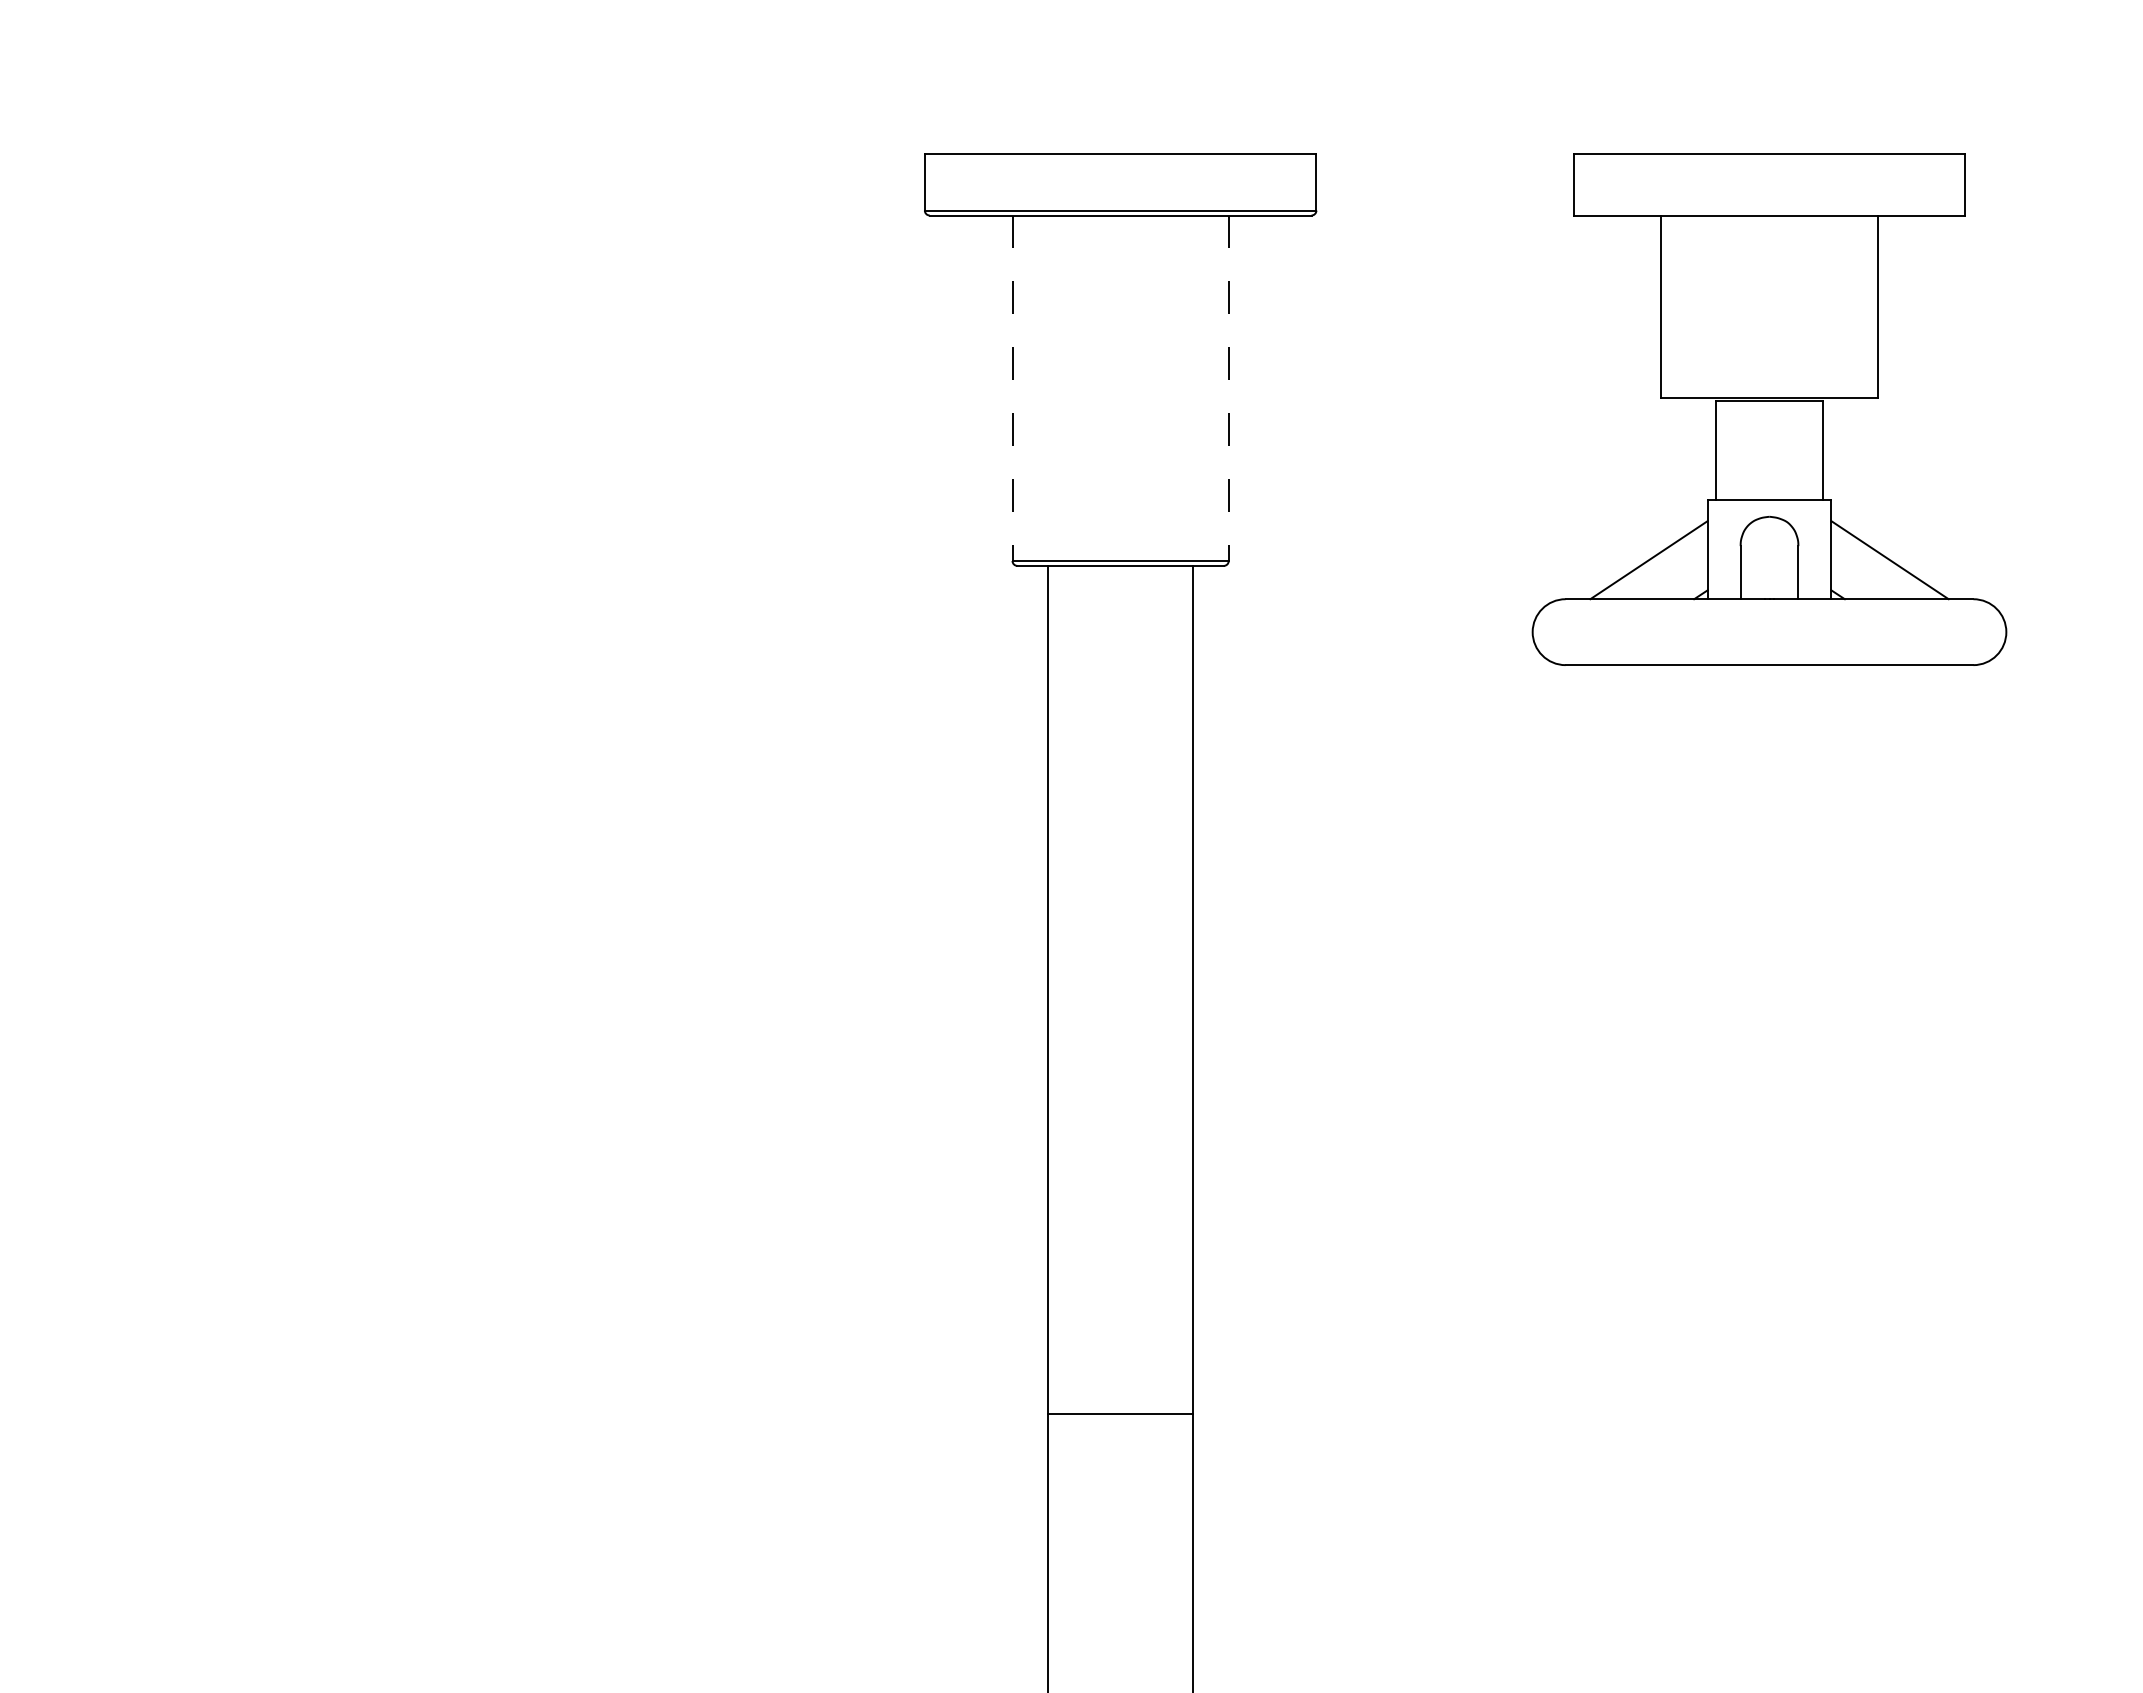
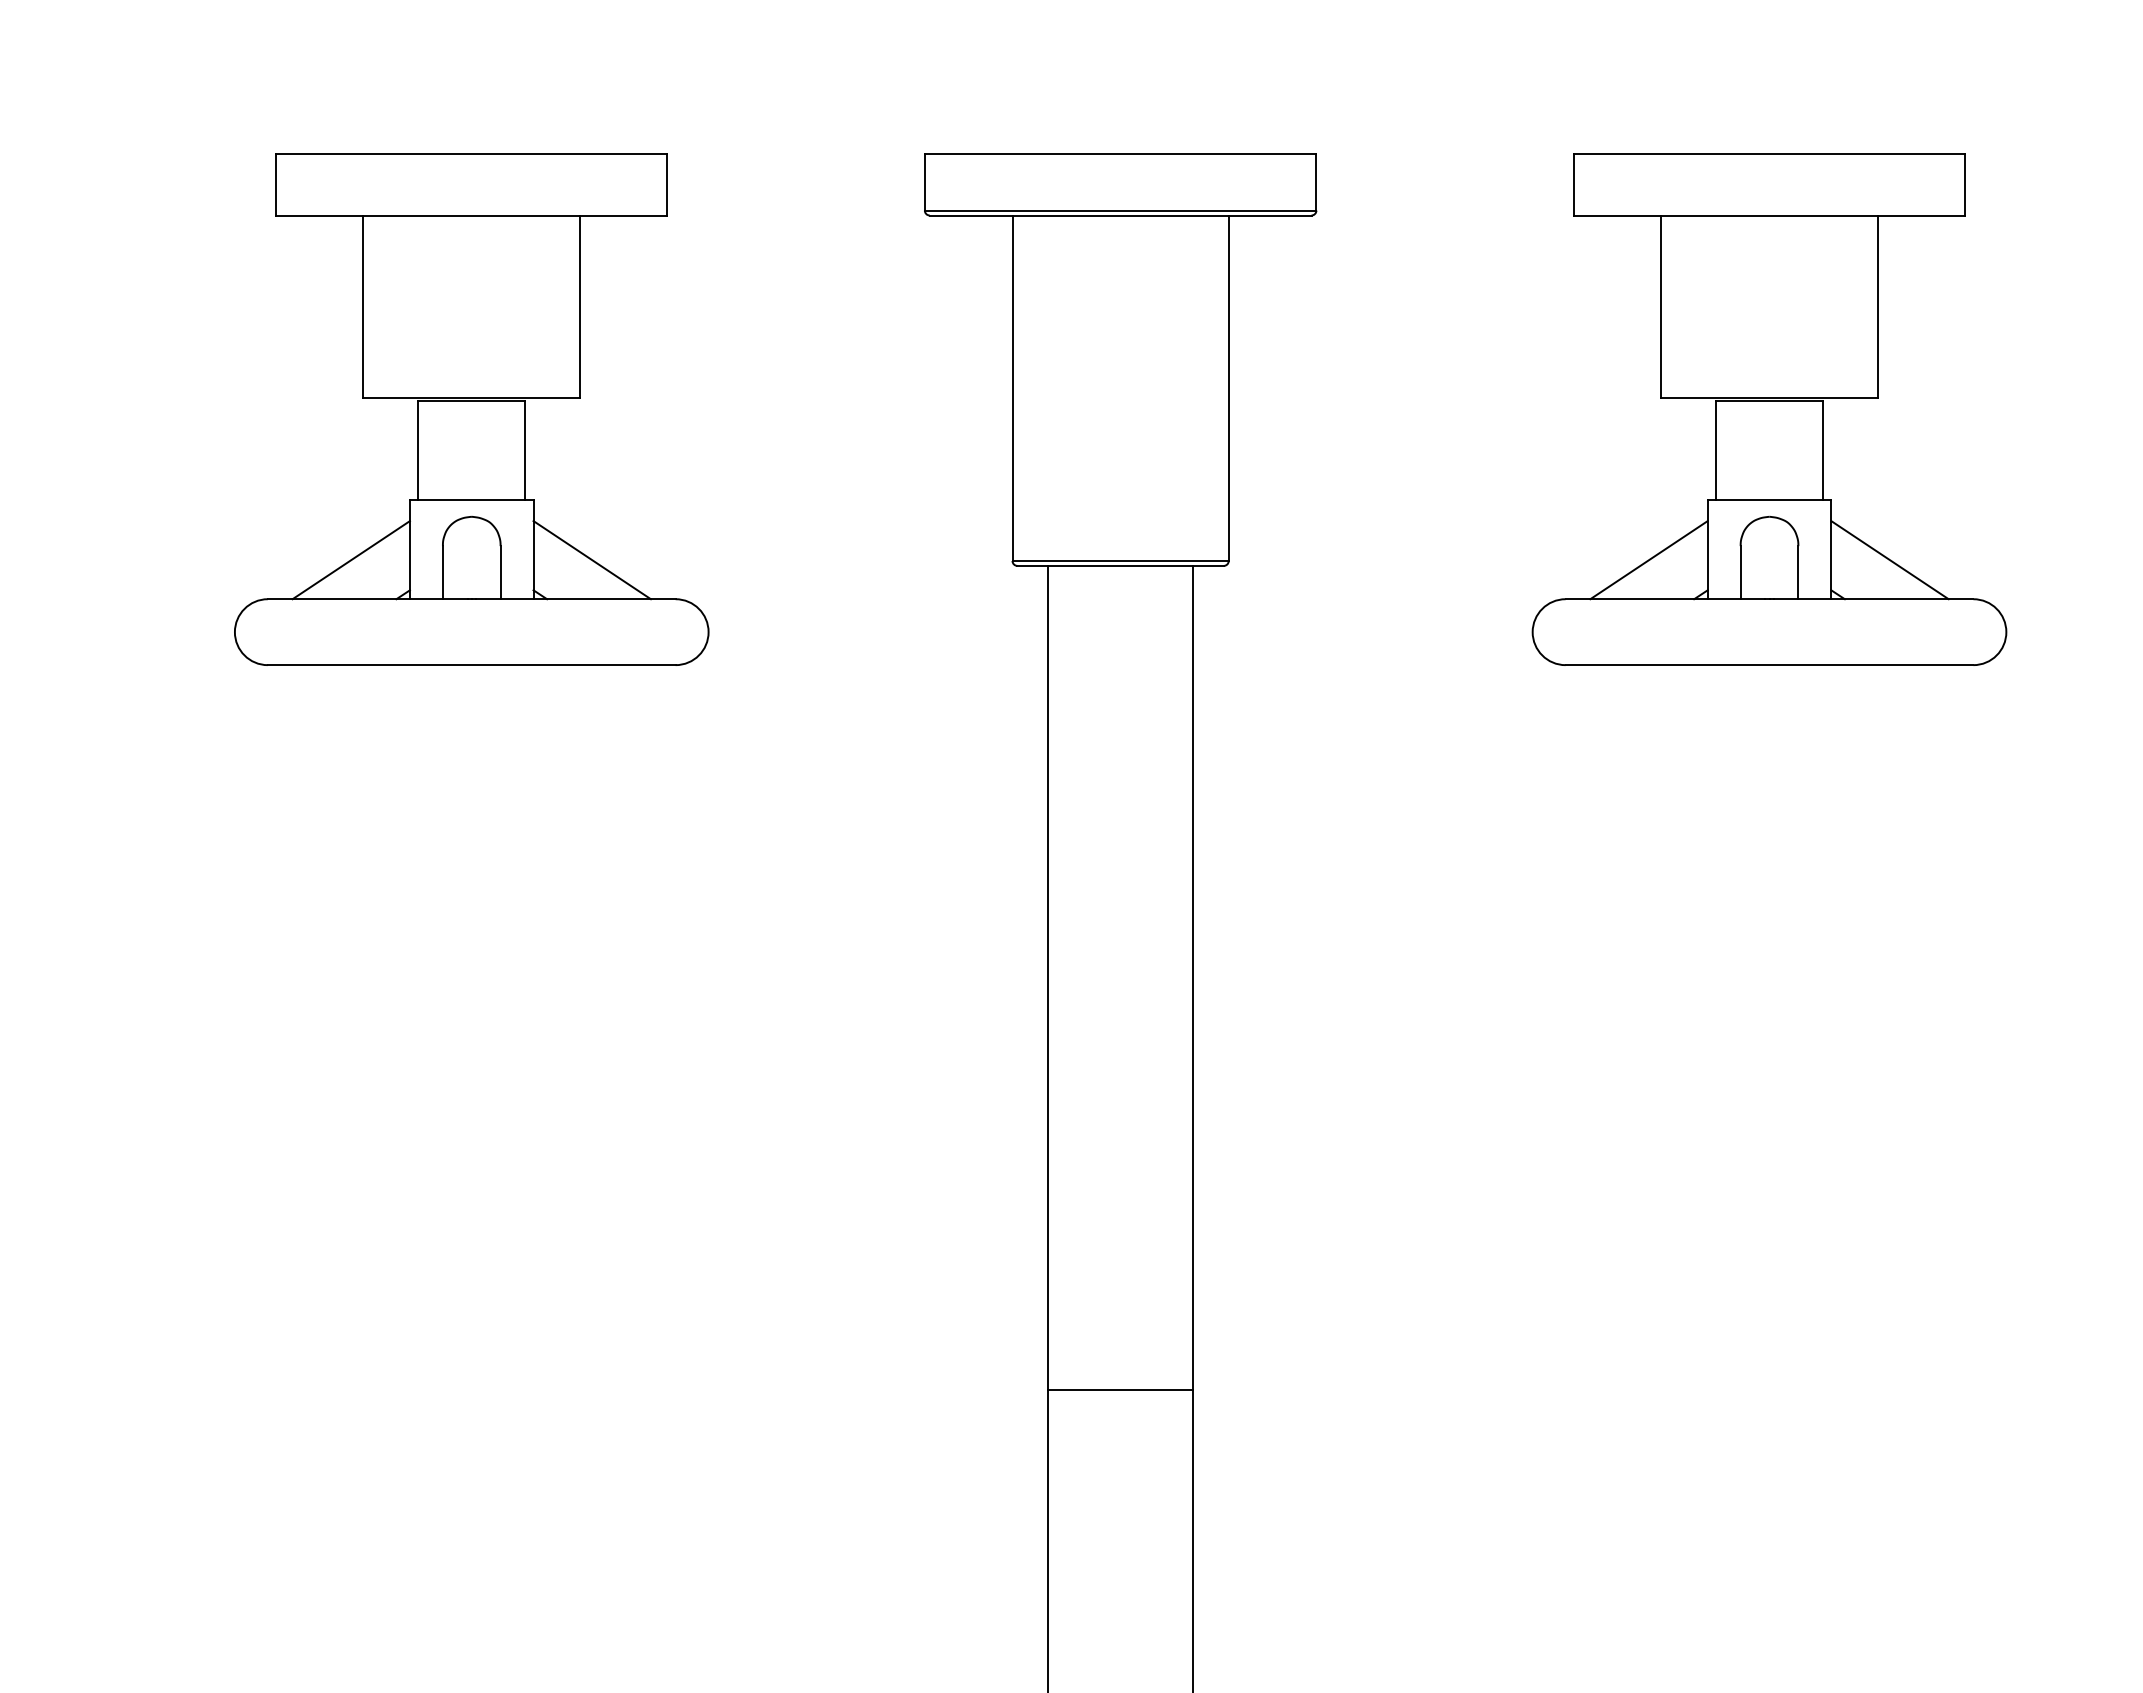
line at (1012, 388): dashed -> solid
line at (1228, 388): dashed -> solid
part at (471, 409): none -> present
line at (1120, 1414) position: (1120, 1414) -> (1120, 1390)
